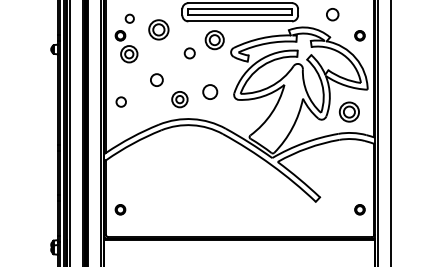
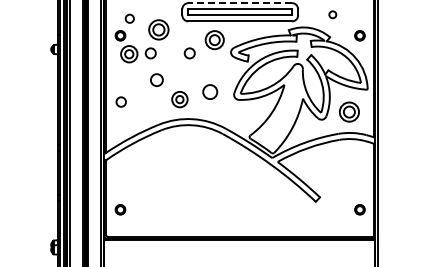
line at (240, 3): solid -> dashed
circle at (332, 14) size: 14x14 px -> 10x10 px
circle at (150, 53): none -> present
line at (391, 132): present -> none
